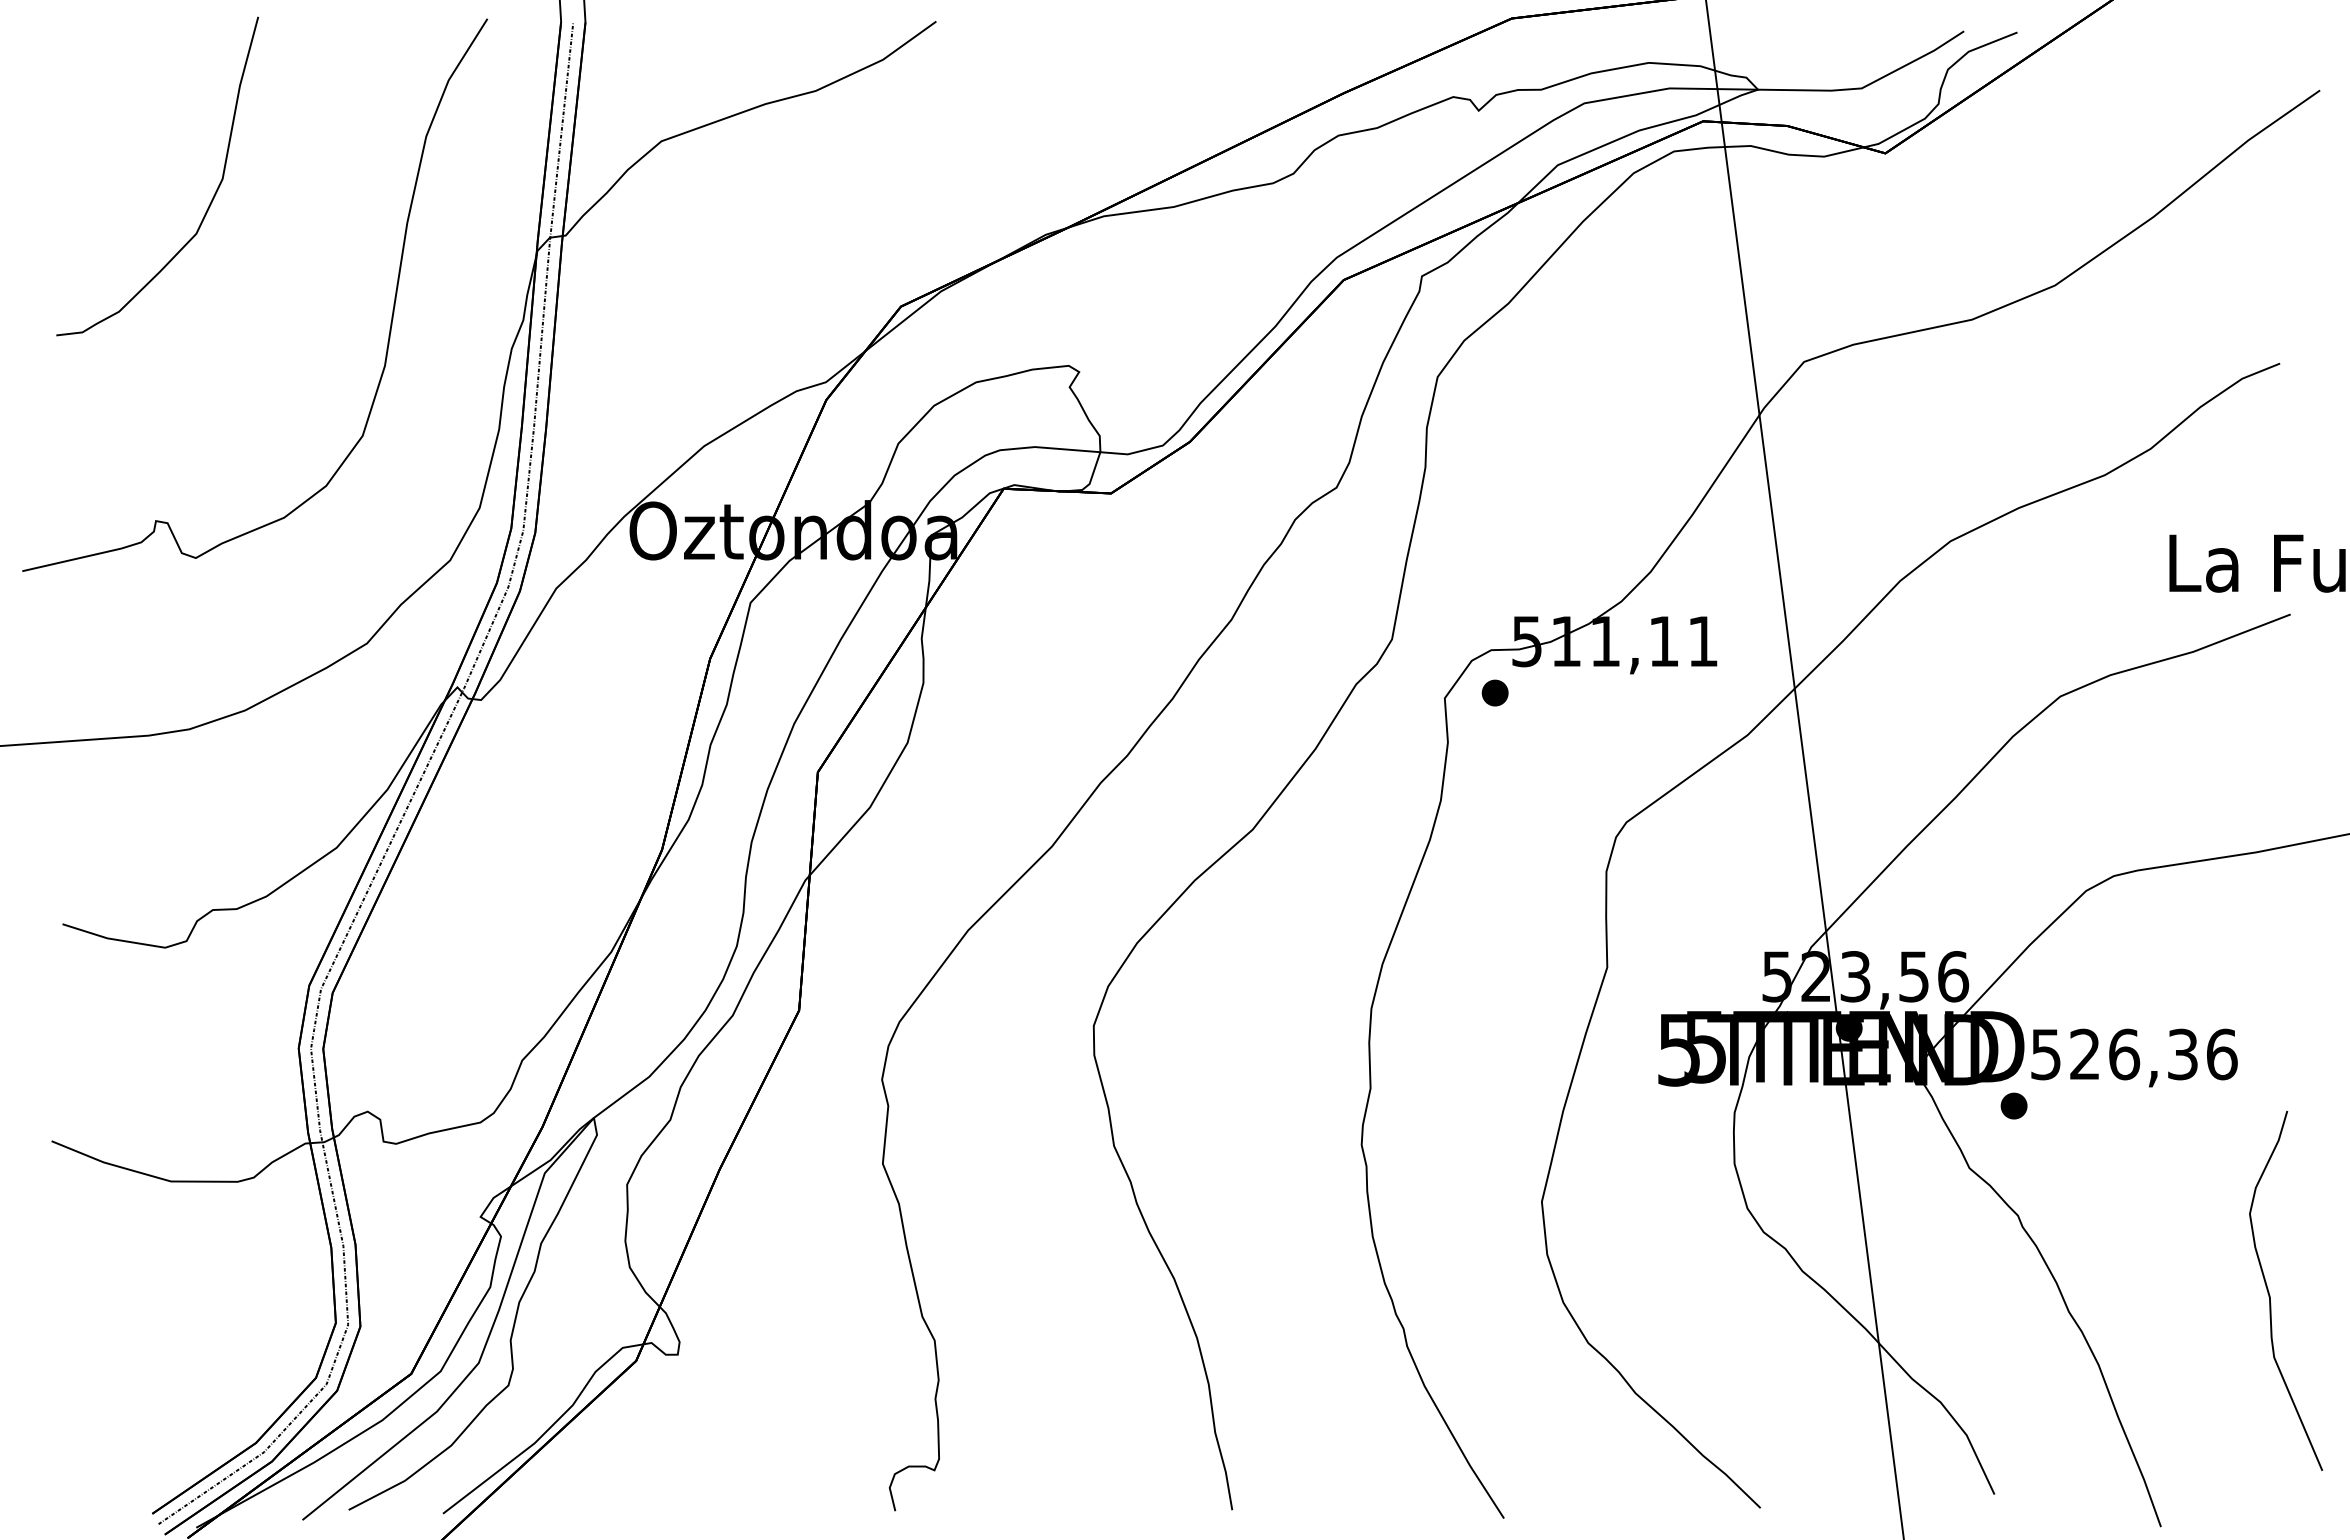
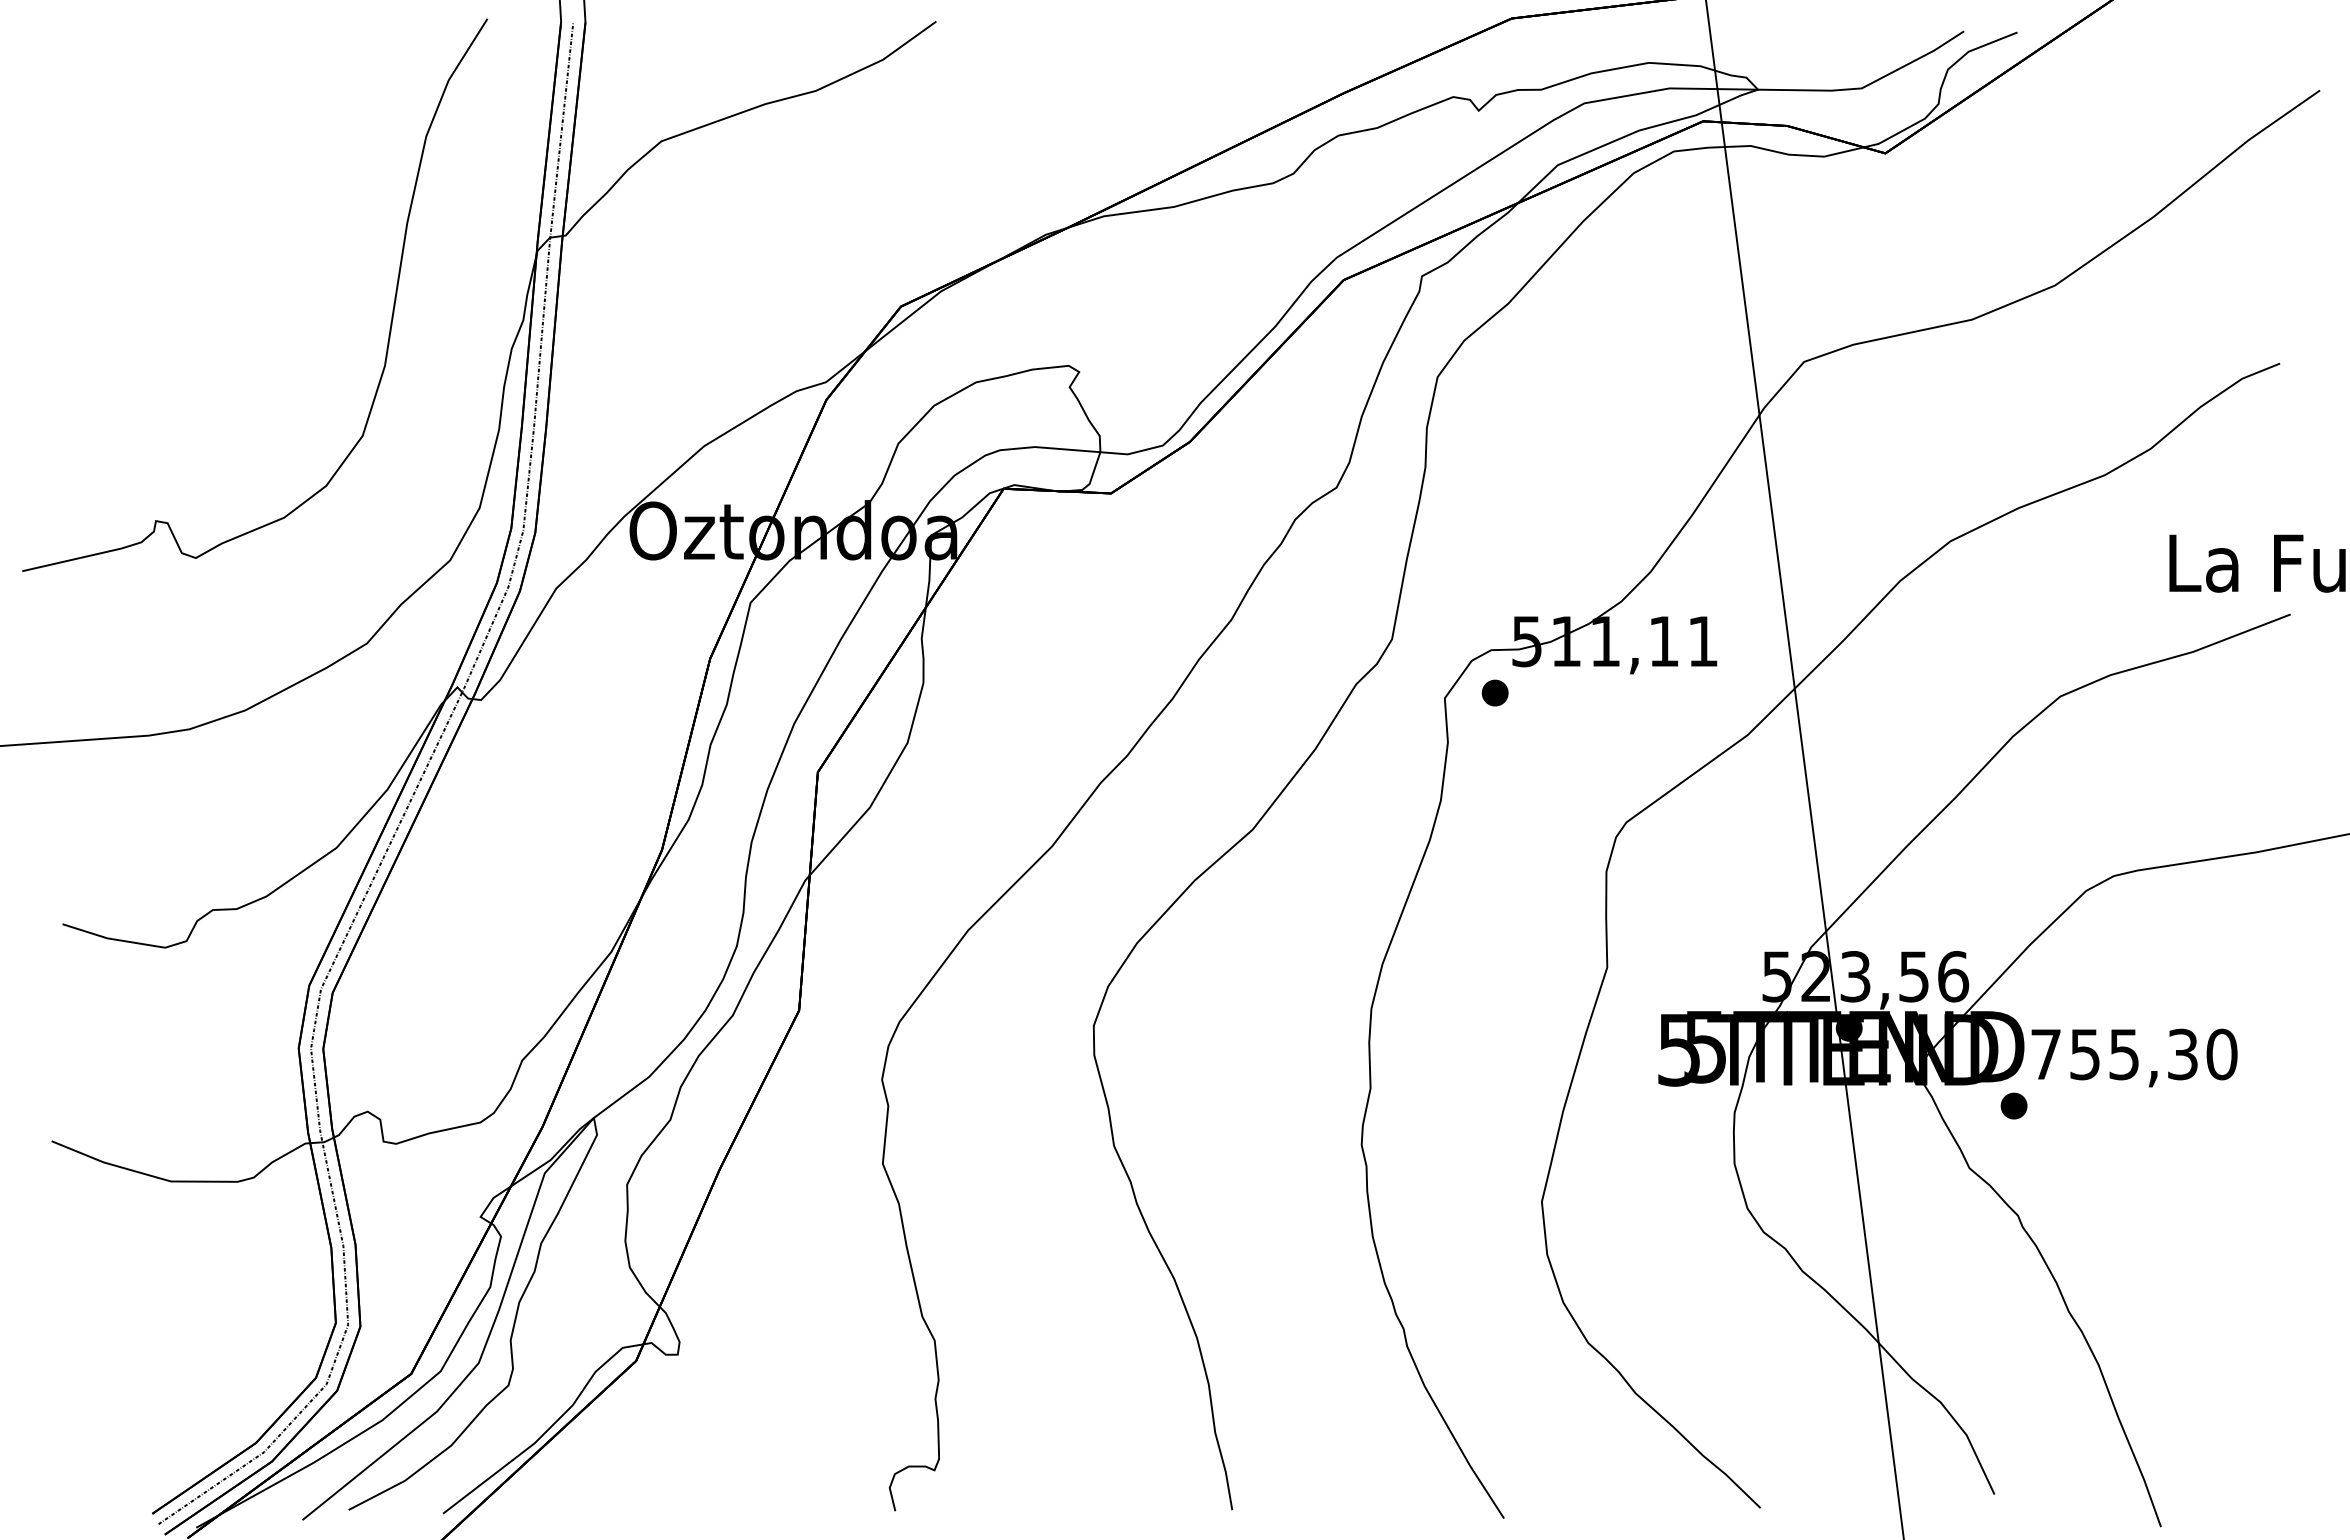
curve at (209, 203): present -> none
text at (2134, 1054): 526,36 -> 755,30
curve at (2270, 1295): present -> none
